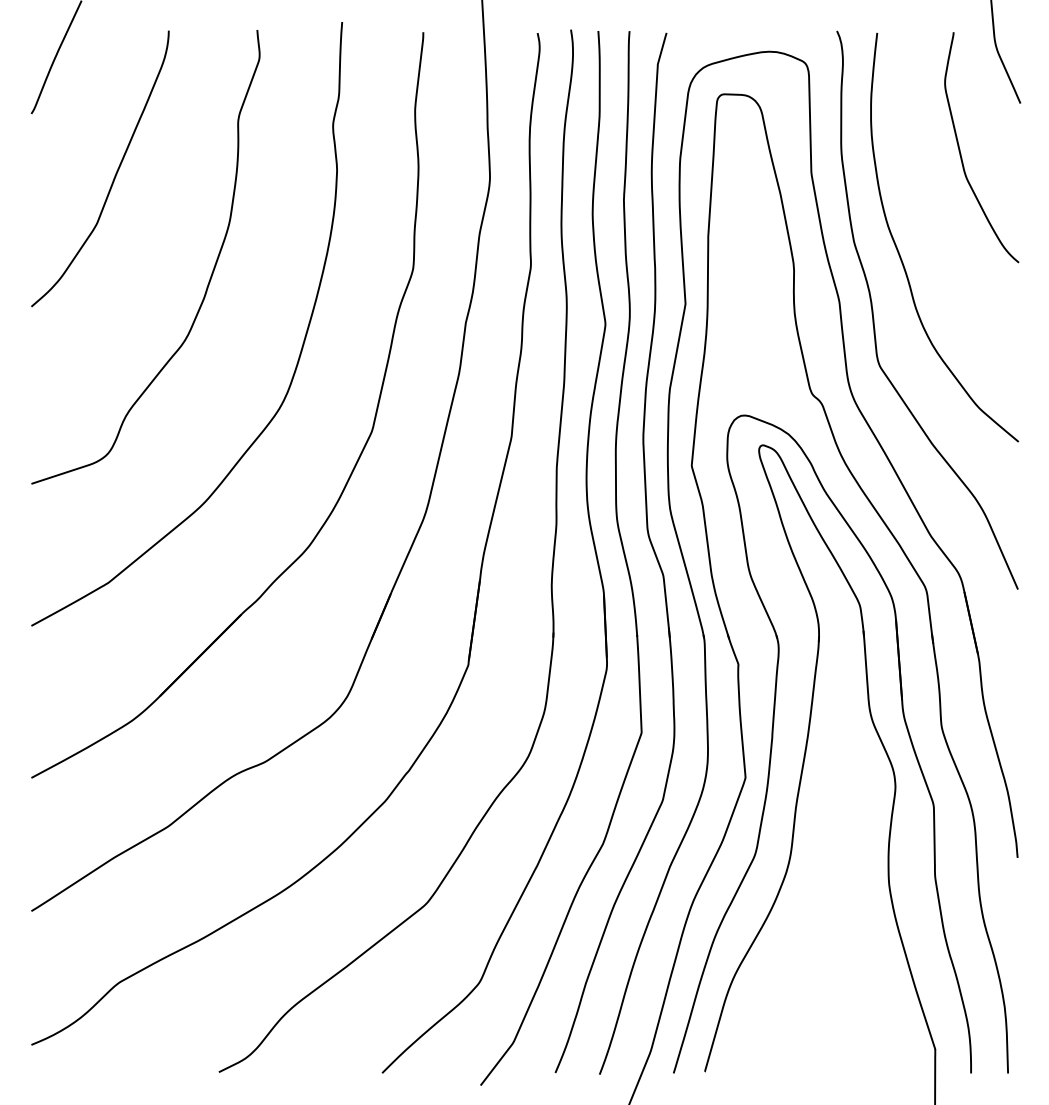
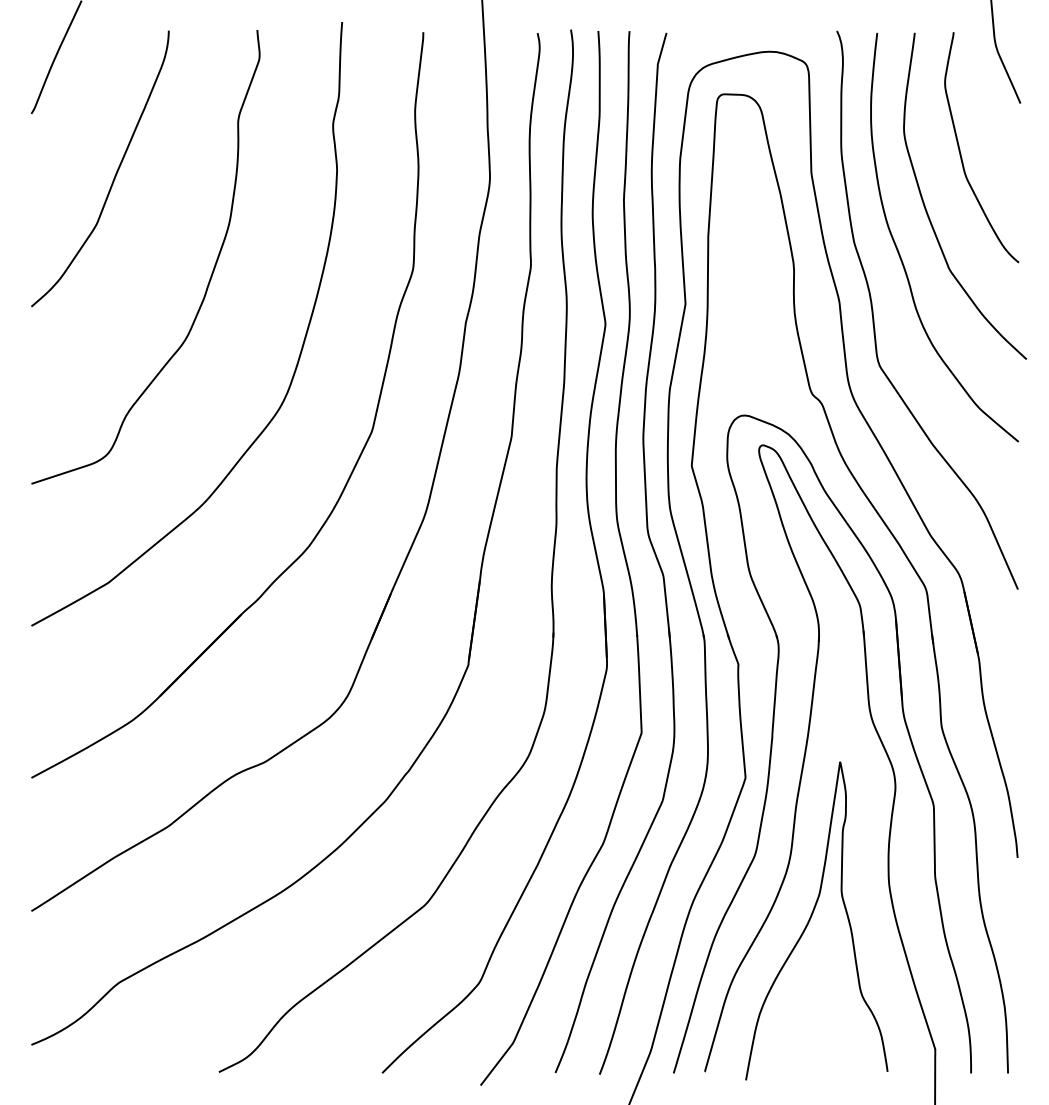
curve at (927, 210): none -> present
curve at (811, 918): none -> present
